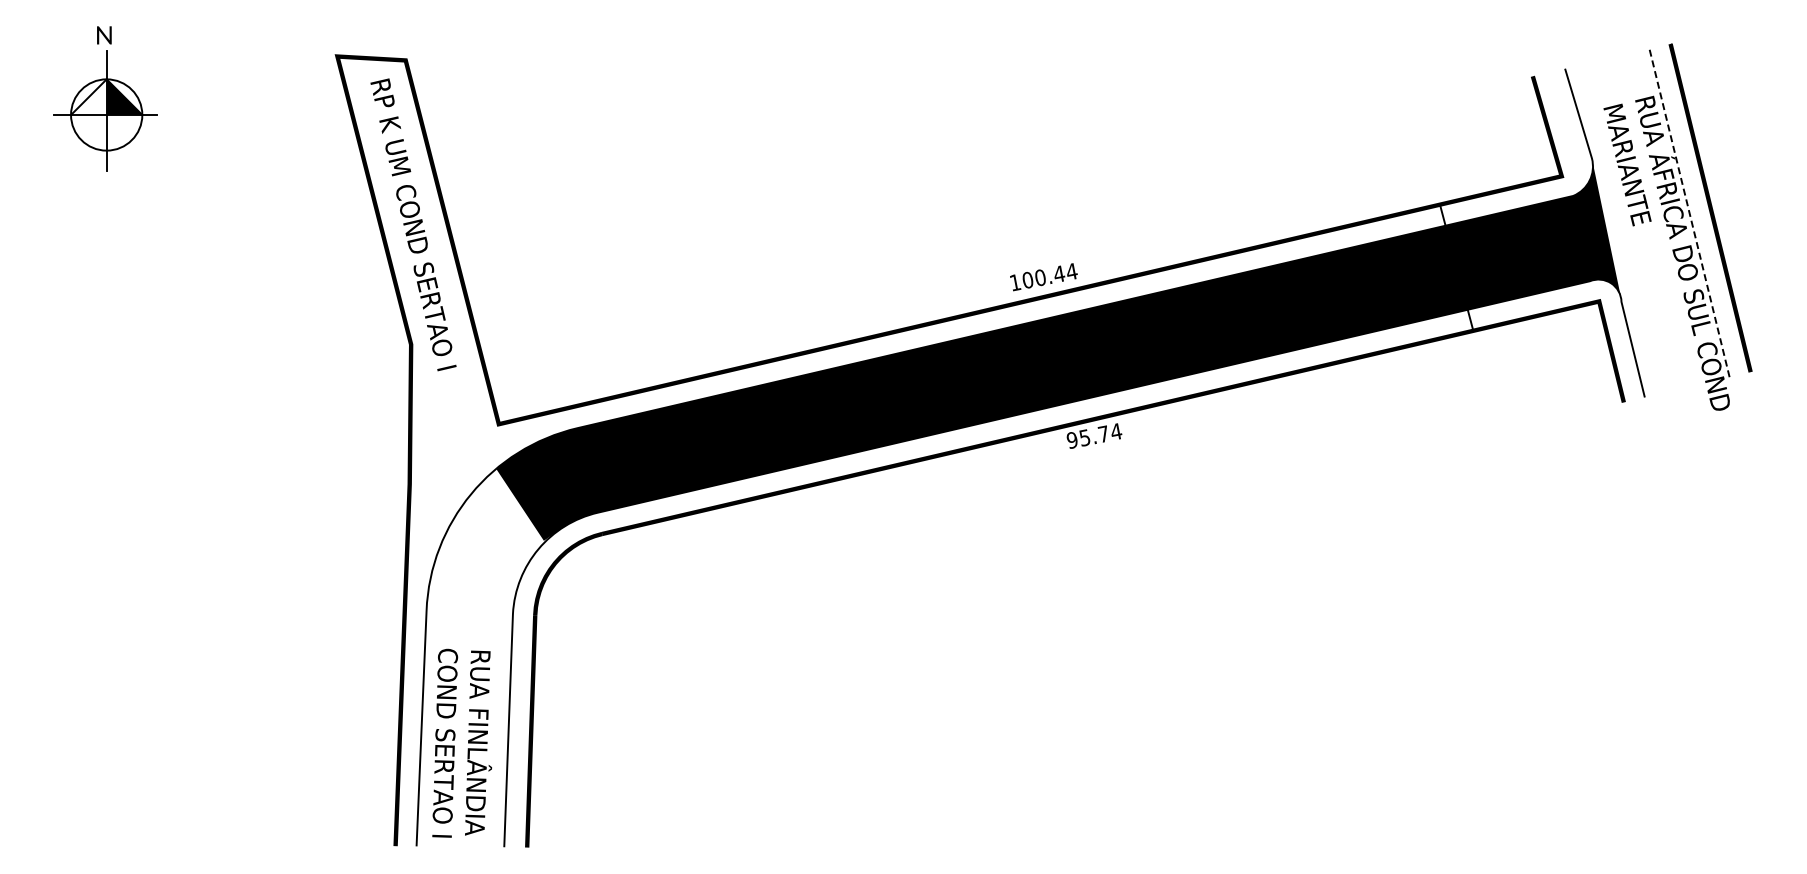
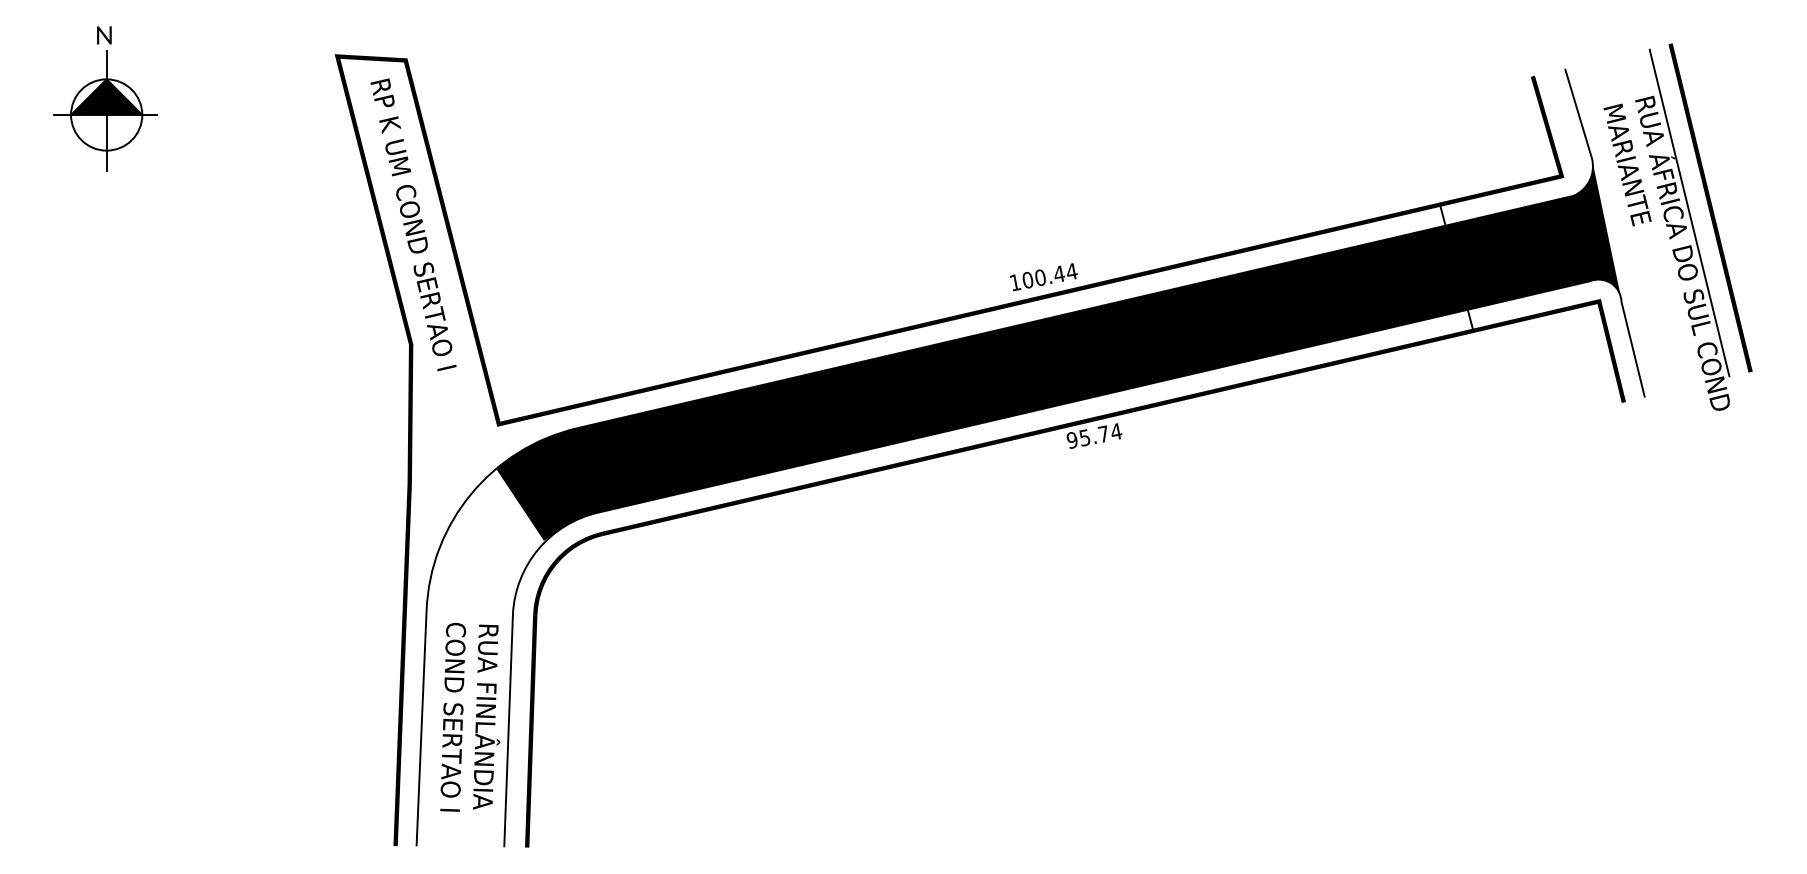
fill at (88, 97): none -> present
line at (1688, 209): dashed -> solid
text at (461, 742) position: (461, 742) -> (469, 716)
